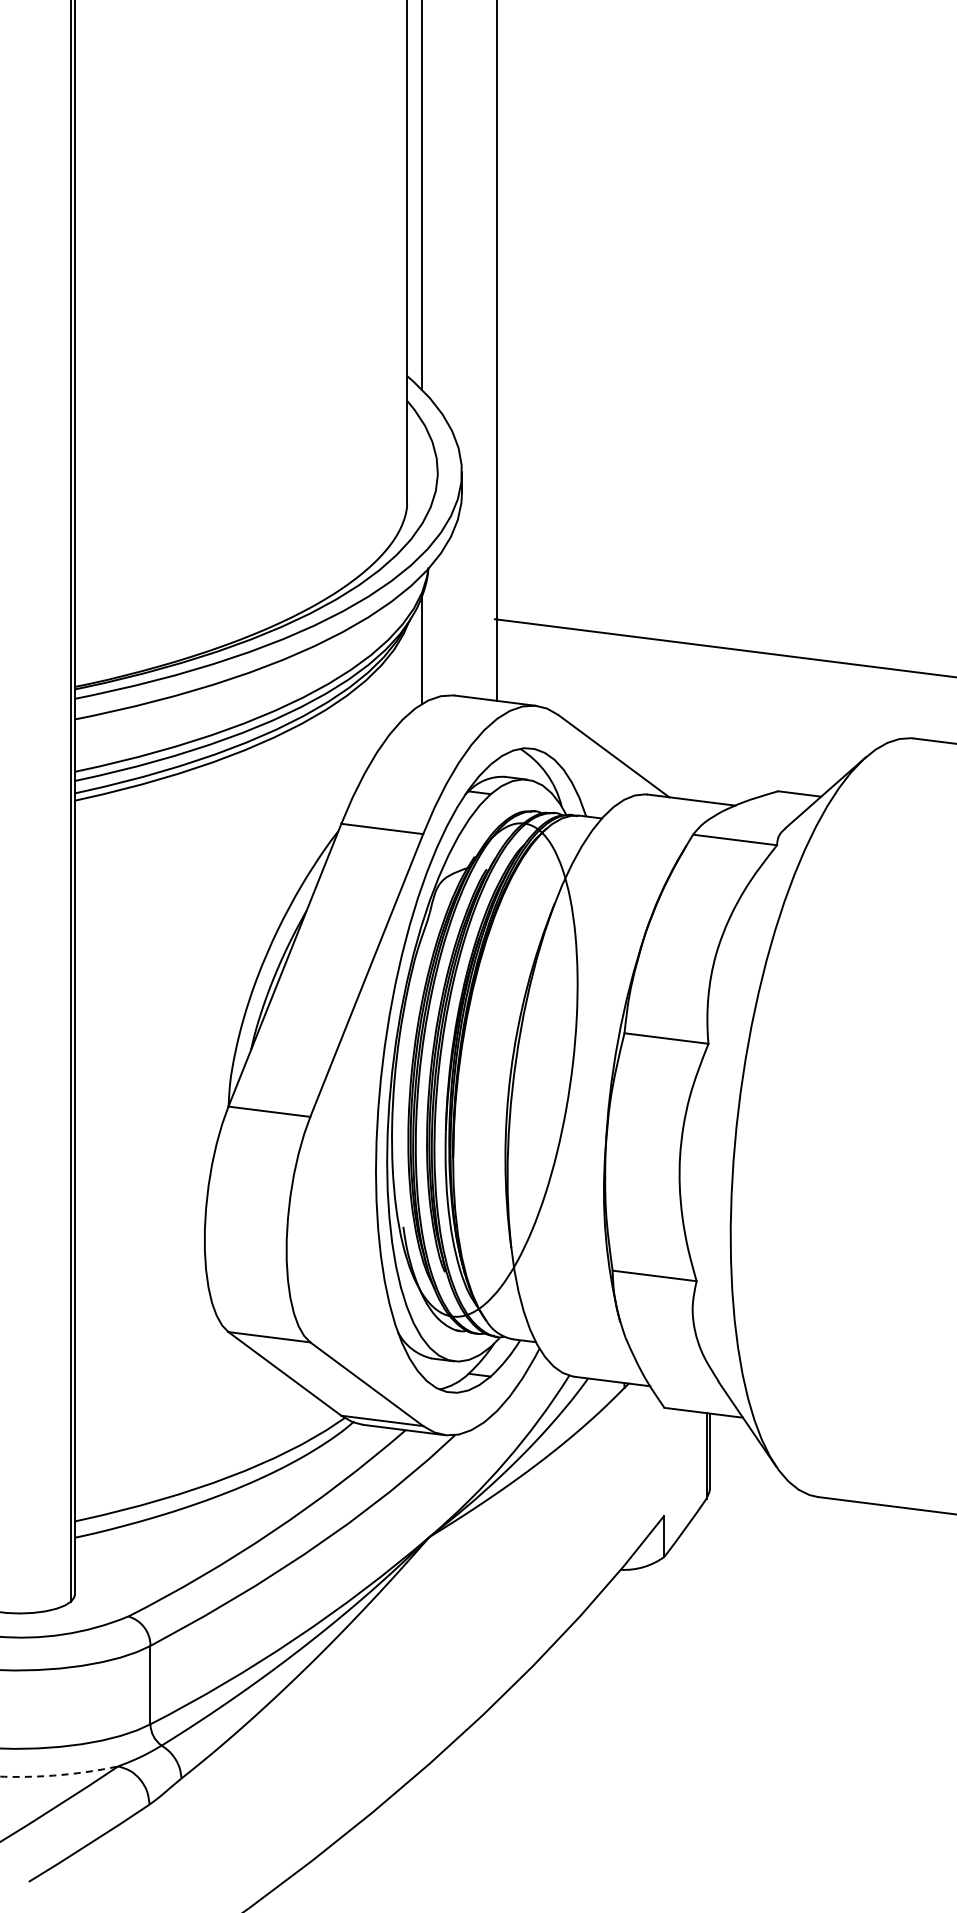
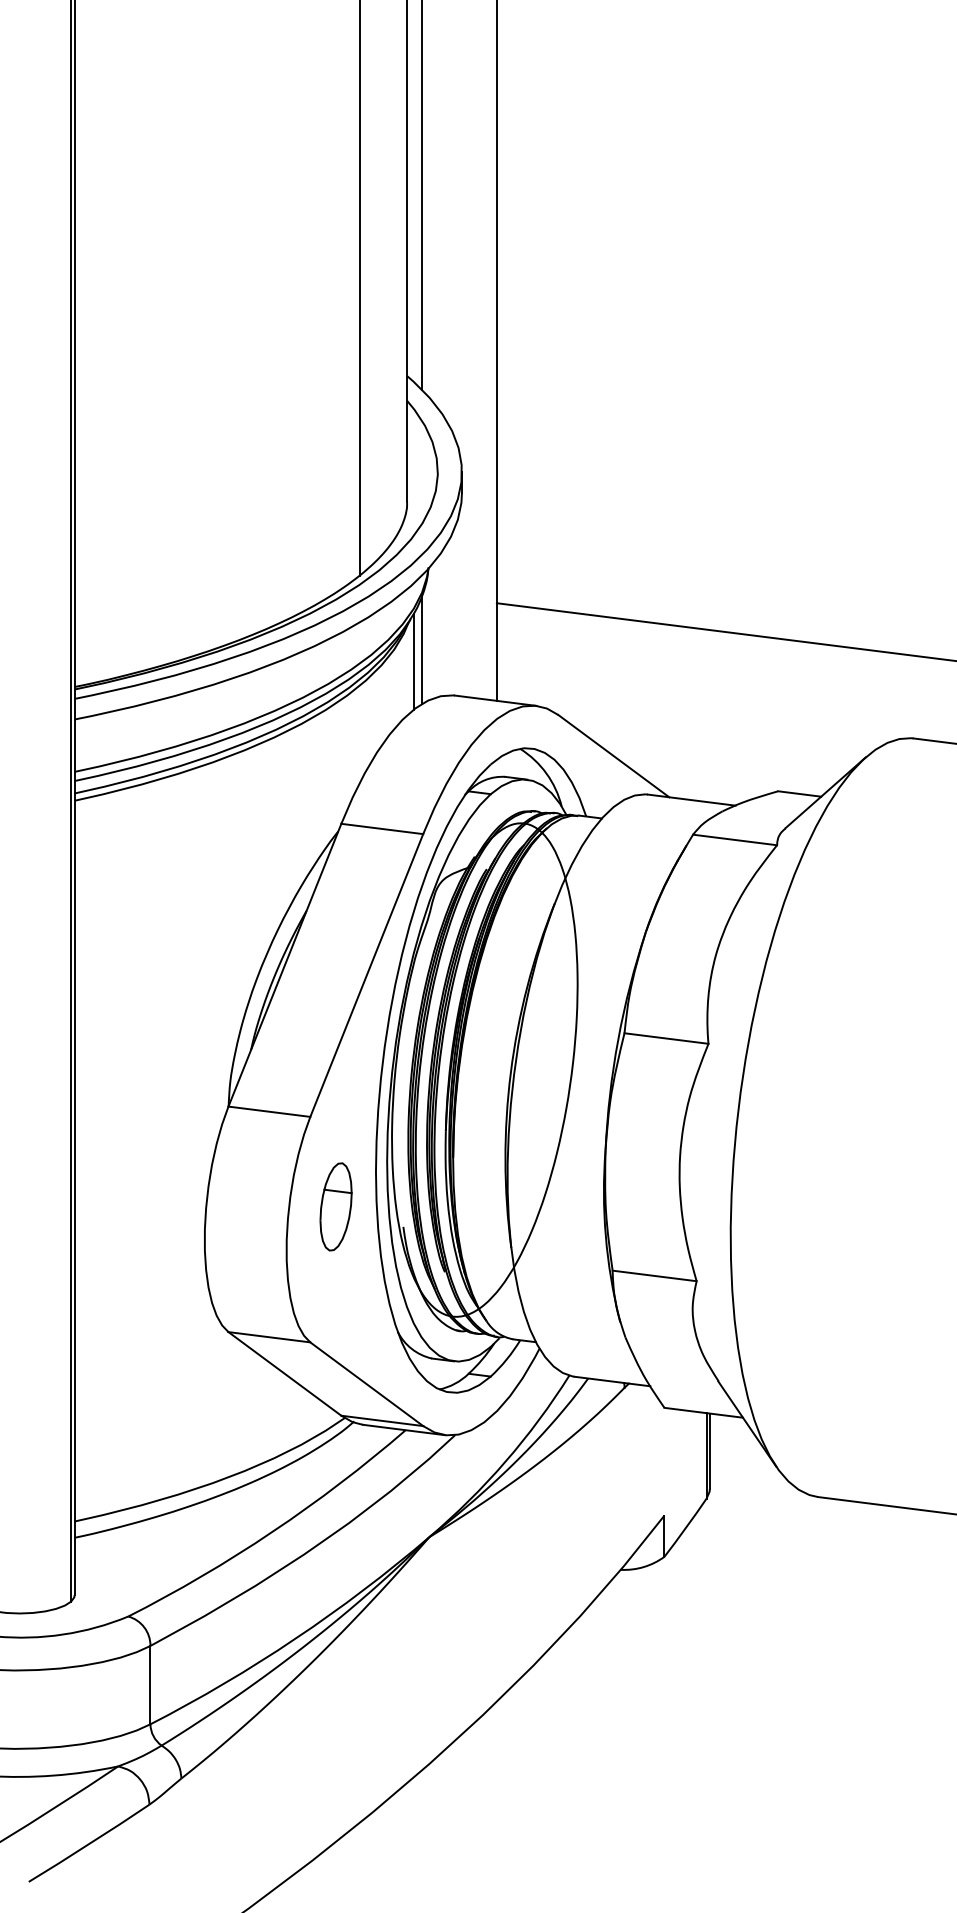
line at (359, 288): none -> present
line at (723, 648) position: (723, 648) -> (724, 631)
line at (413, 661): none -> present
part at (335, 1206): none -> present
arc at (59, 1775): dashed -> solid
